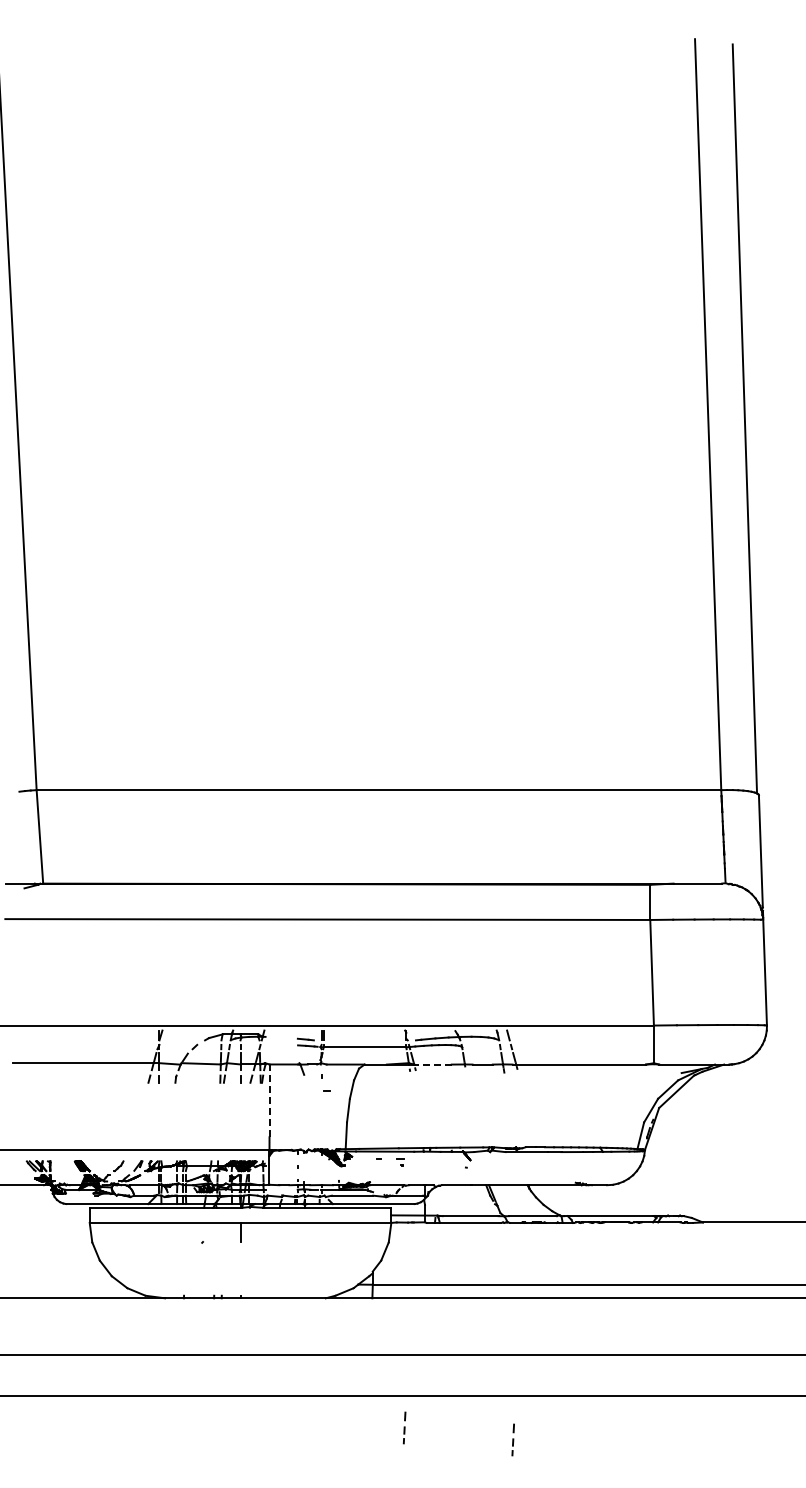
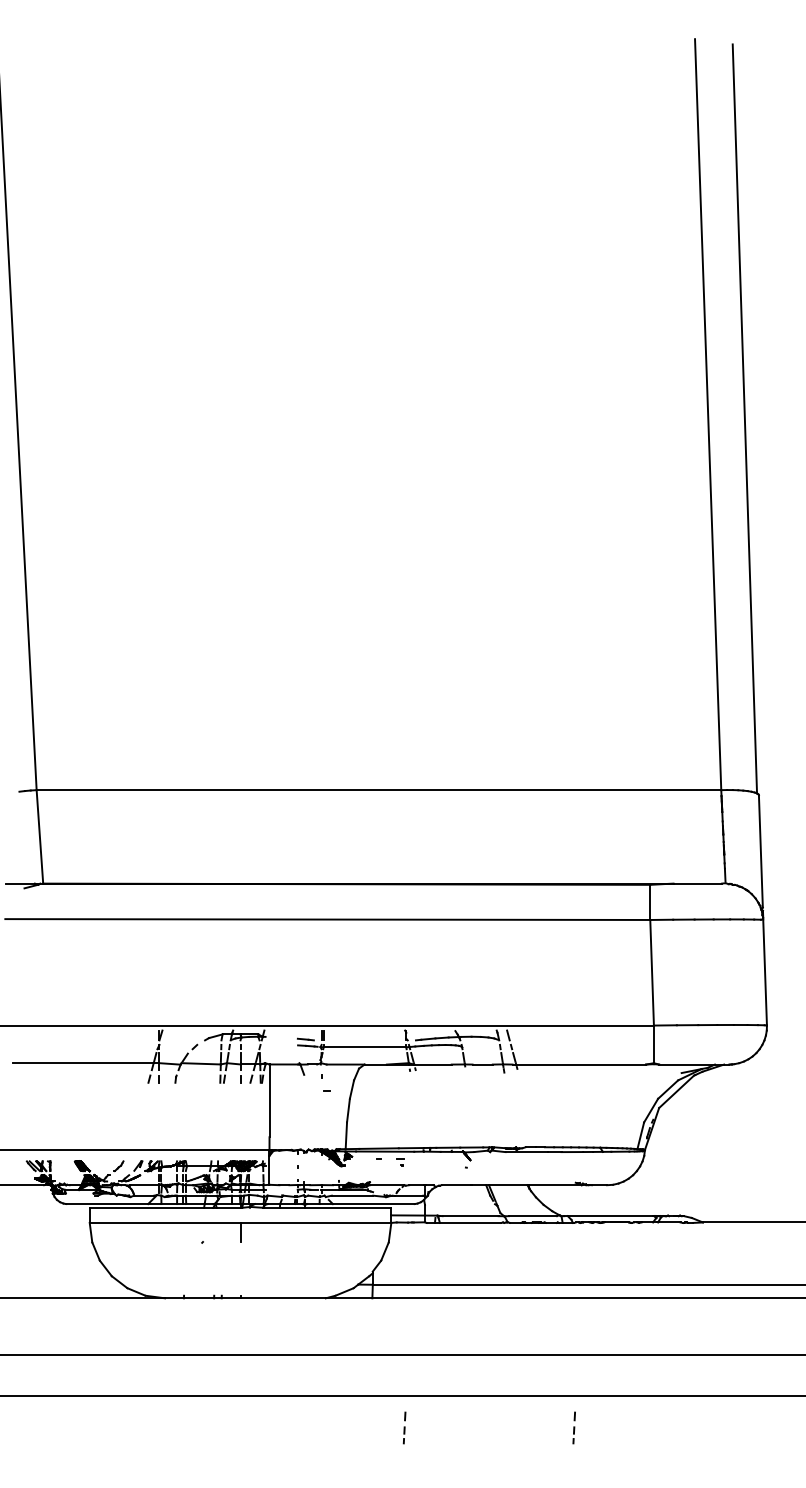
line at (433, 1064): dashed -> solid
line at (269, 1101): dashed -> solid
part at (512, 1439) position: (512, 1439) -> (573, 1427)
